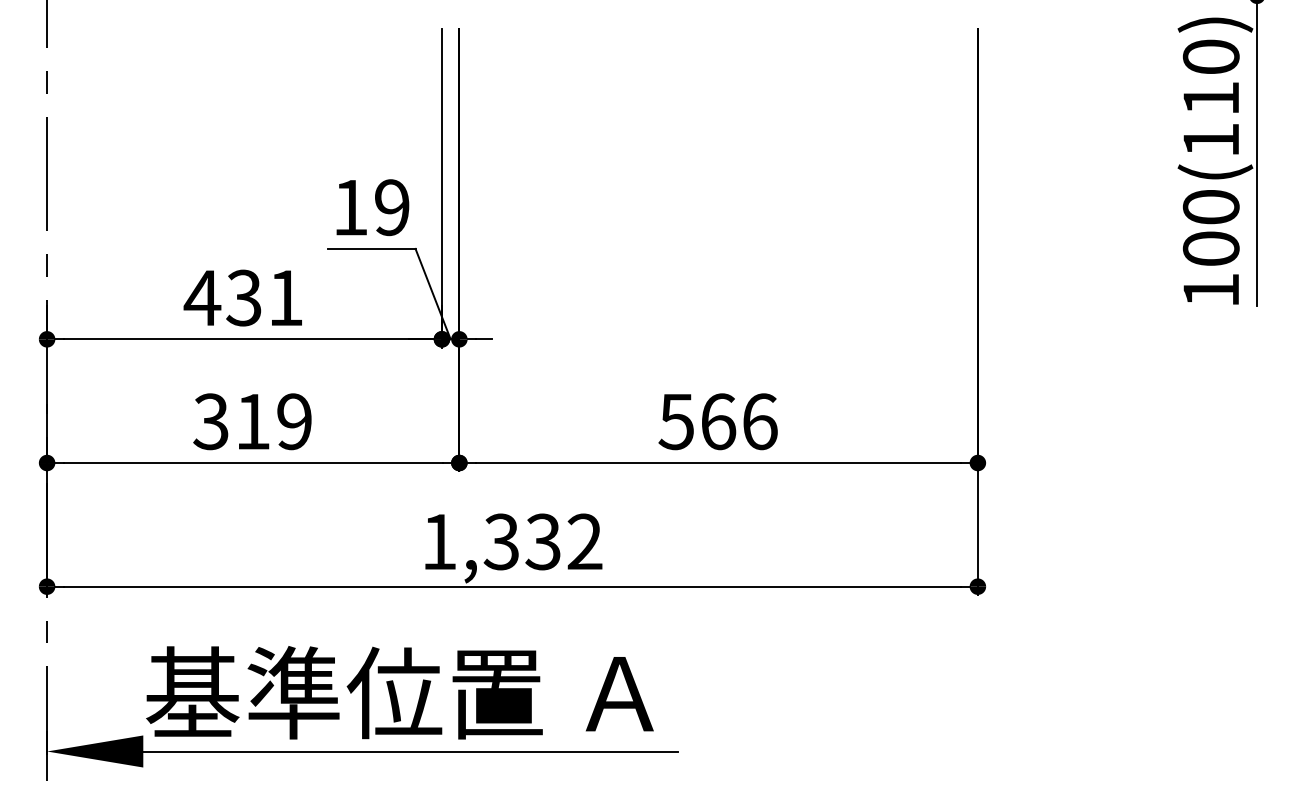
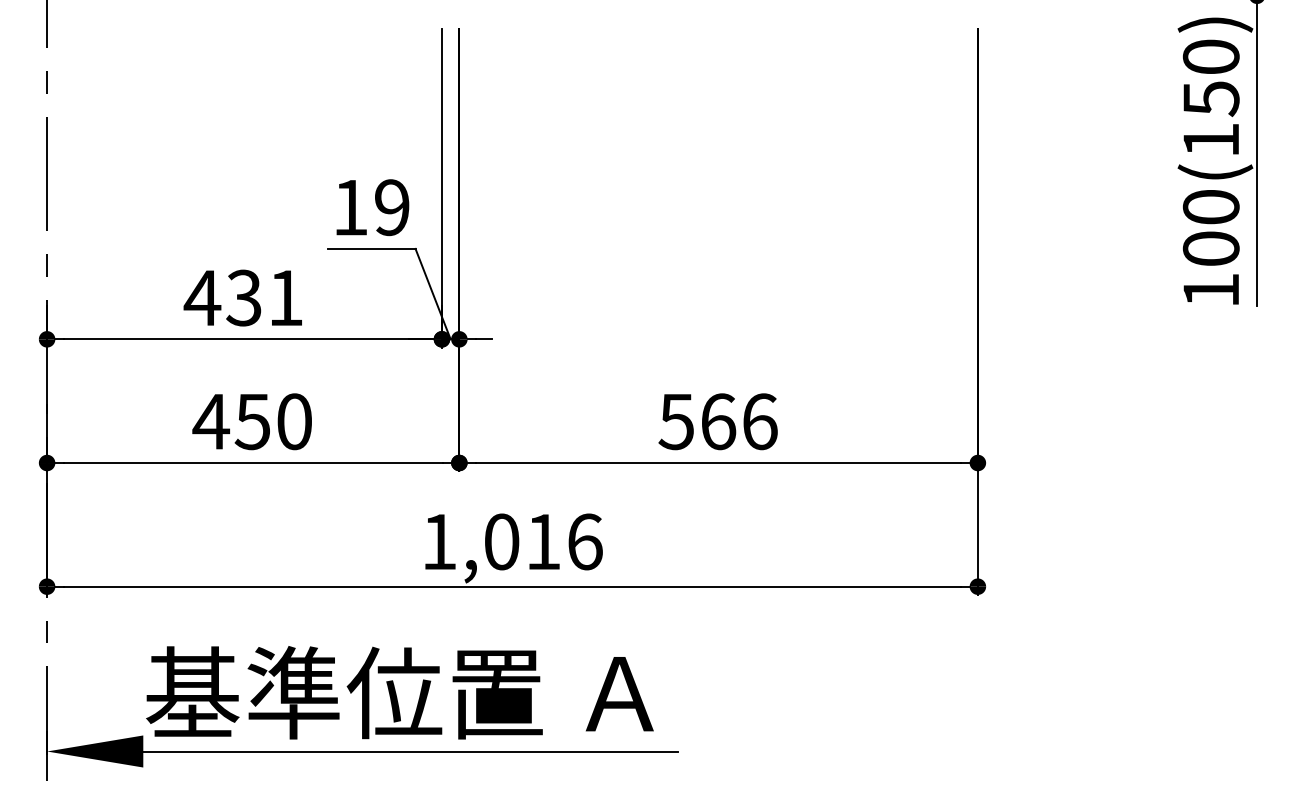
text at (1211, 99): 100(110) -> 100(150)
text at (251, 421): 319 -> 450
text at (542, 541): 1,332 -> 1,016
